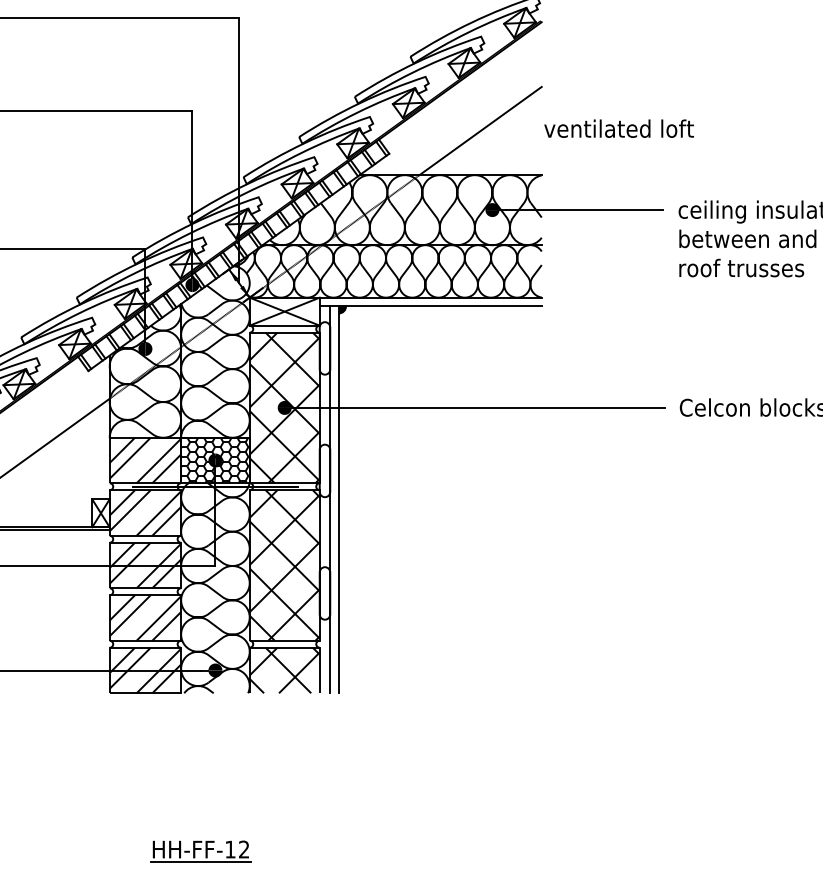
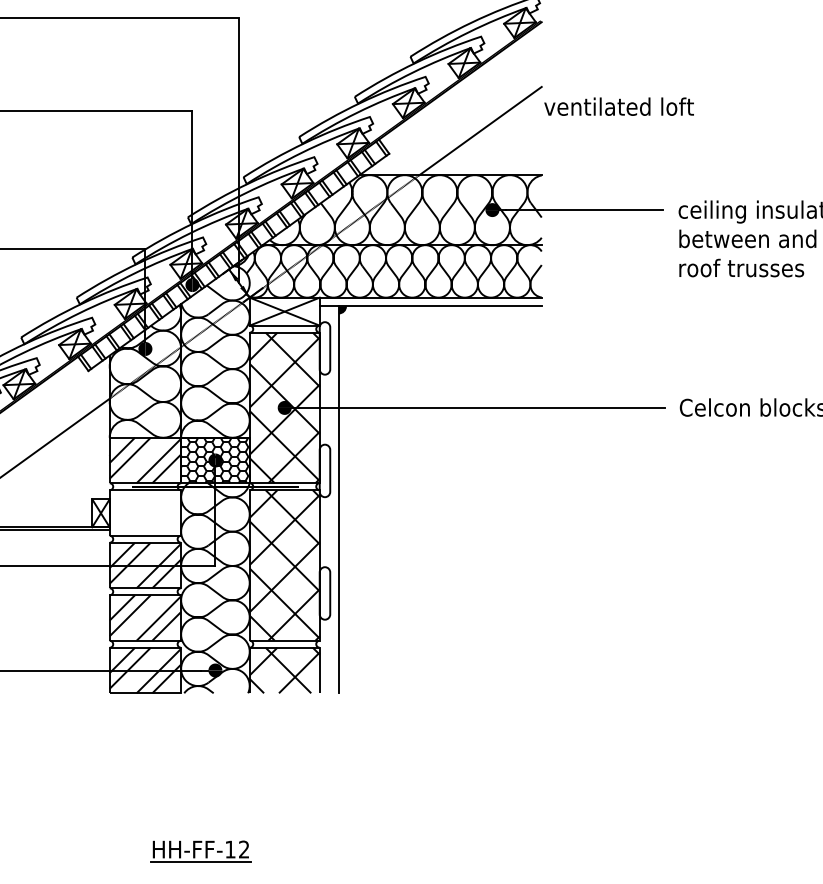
text at (618, 128) position: (618, 128) -> (618, 106)
line at (330, 499): present -> none
hatch at (145, 512): present -> none
